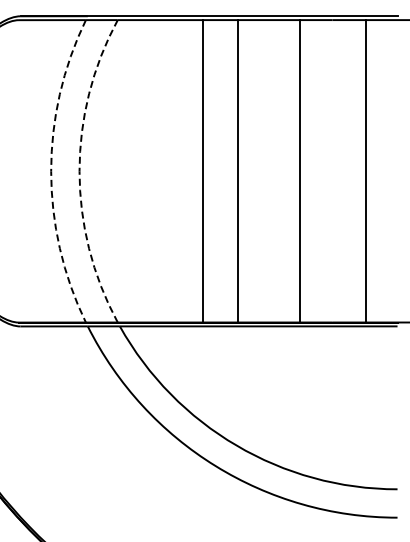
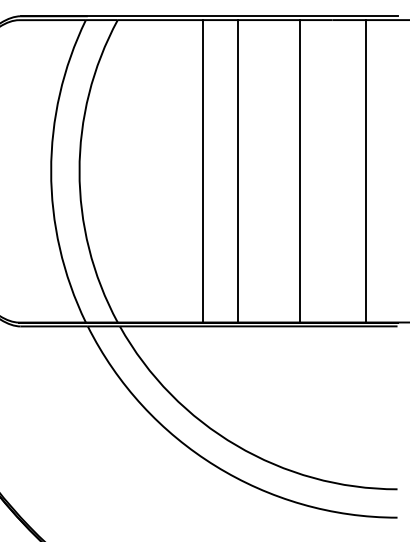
arc at (51, 171): dashed -> solid
arc at (79, 171): dashed -> solid
